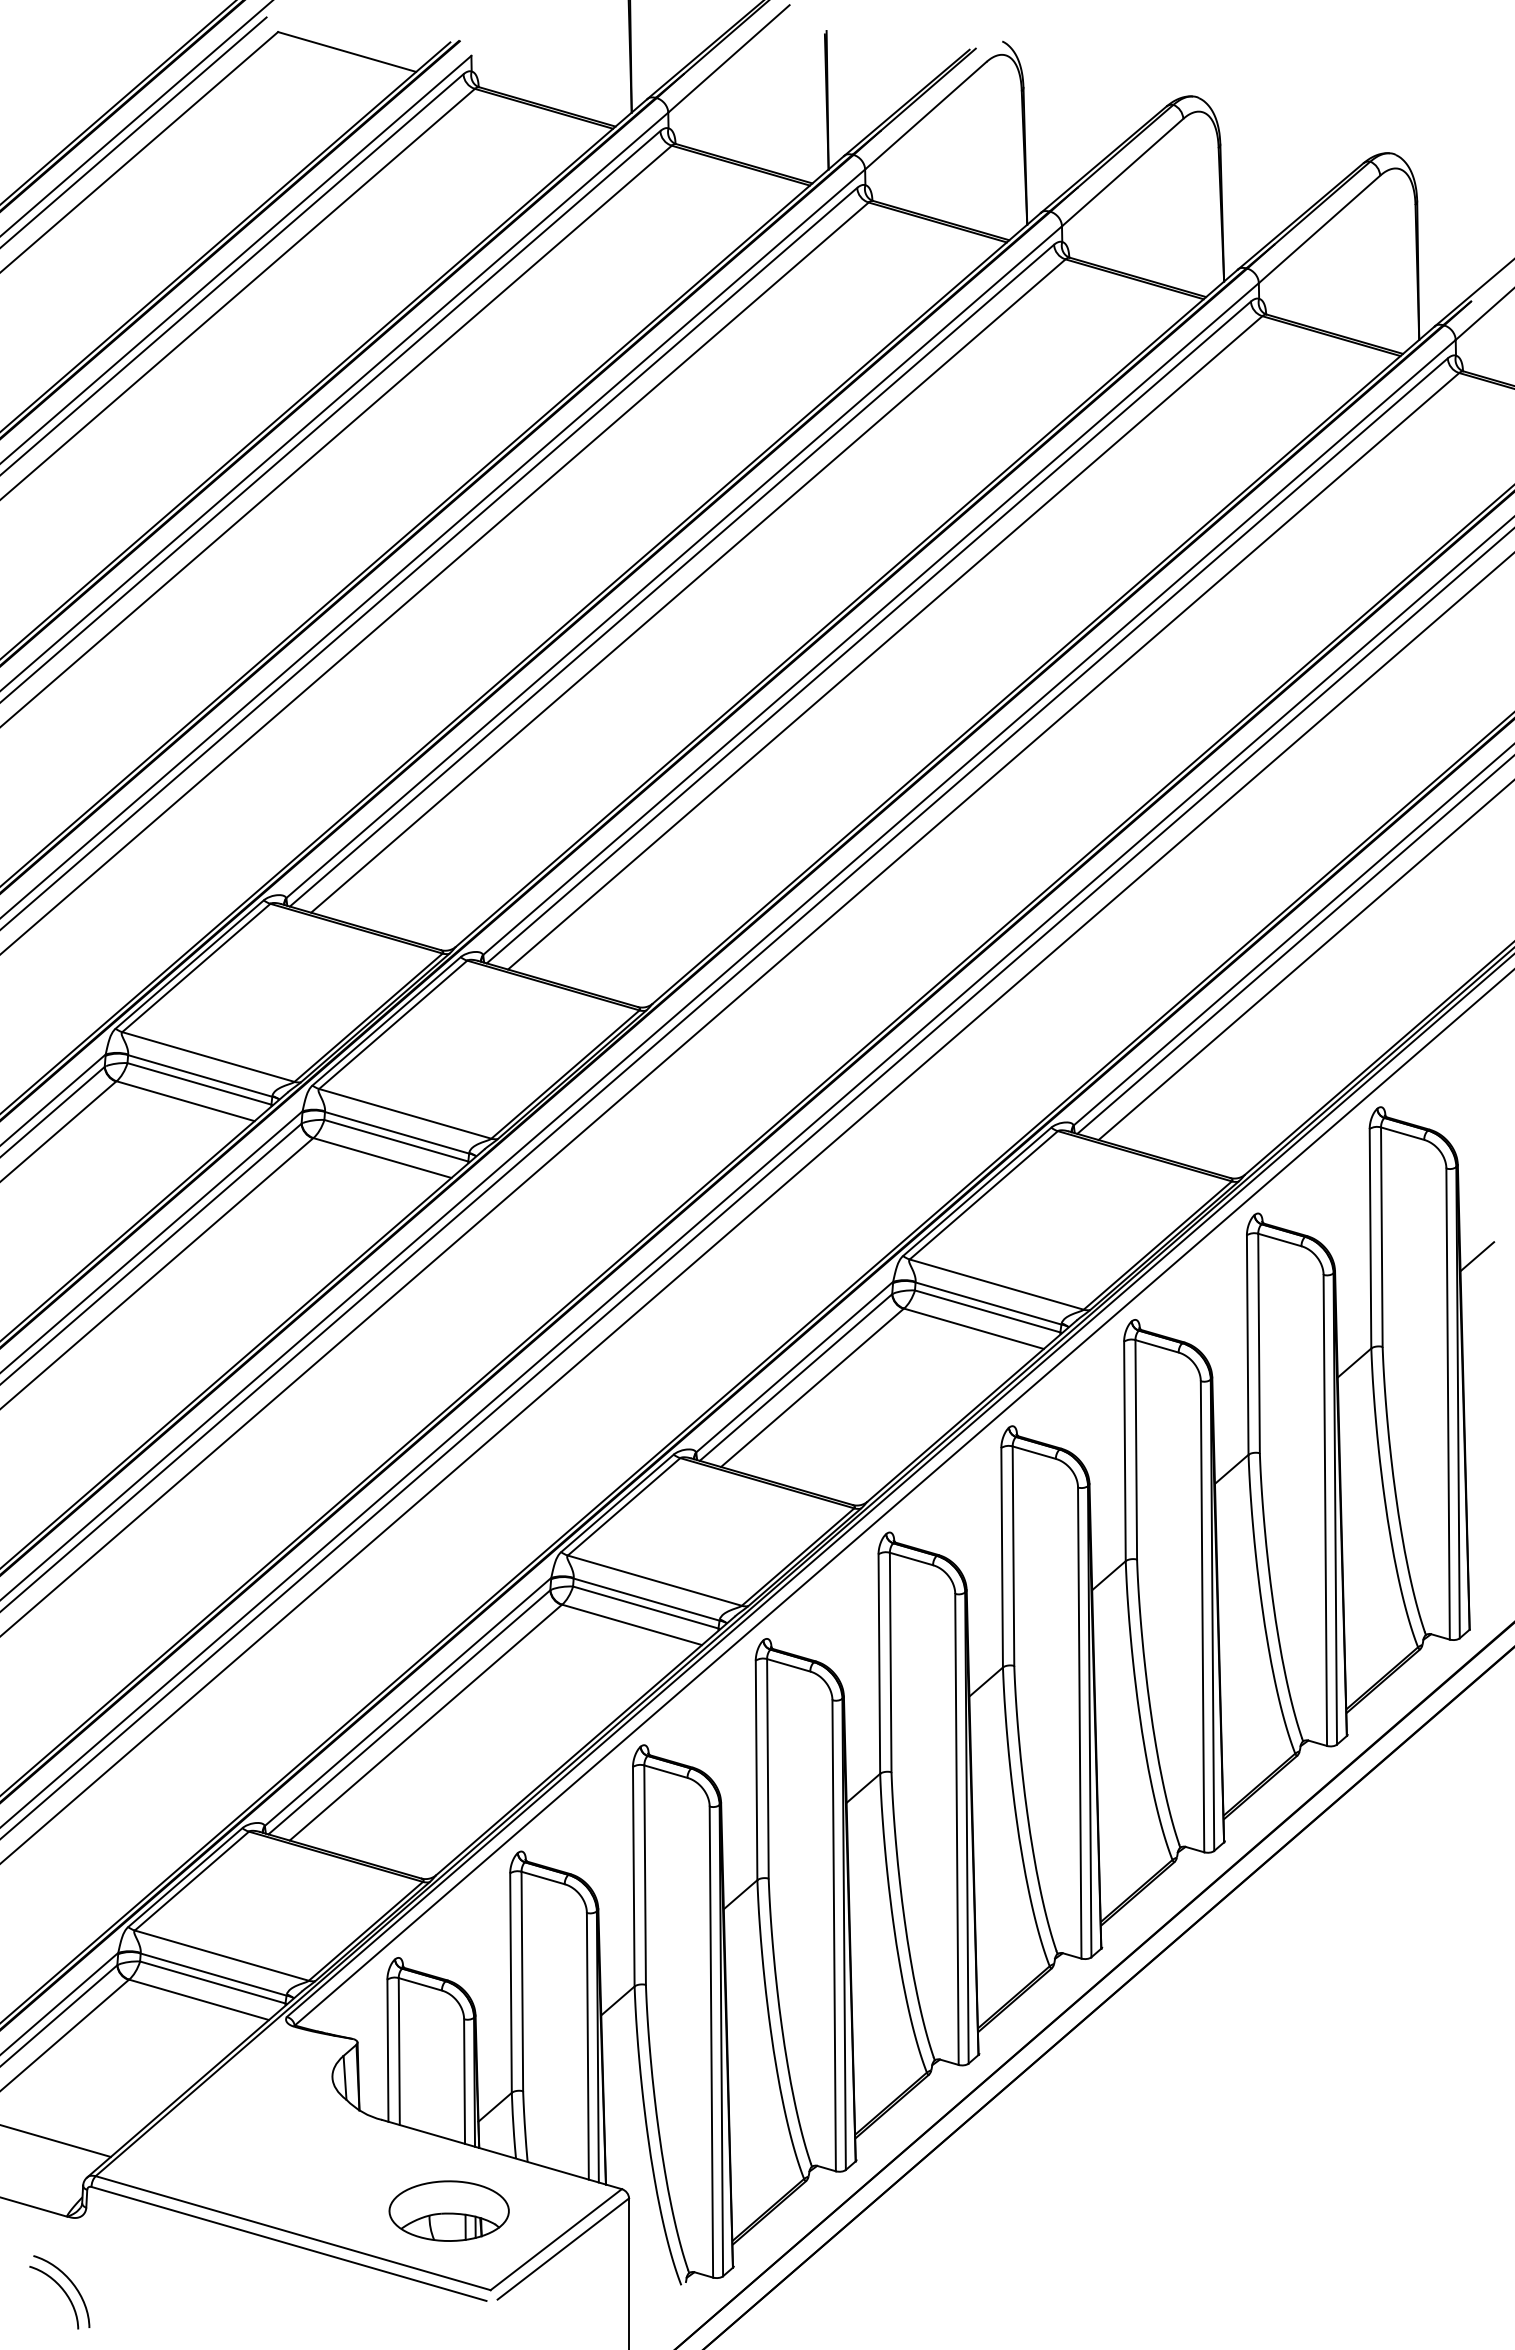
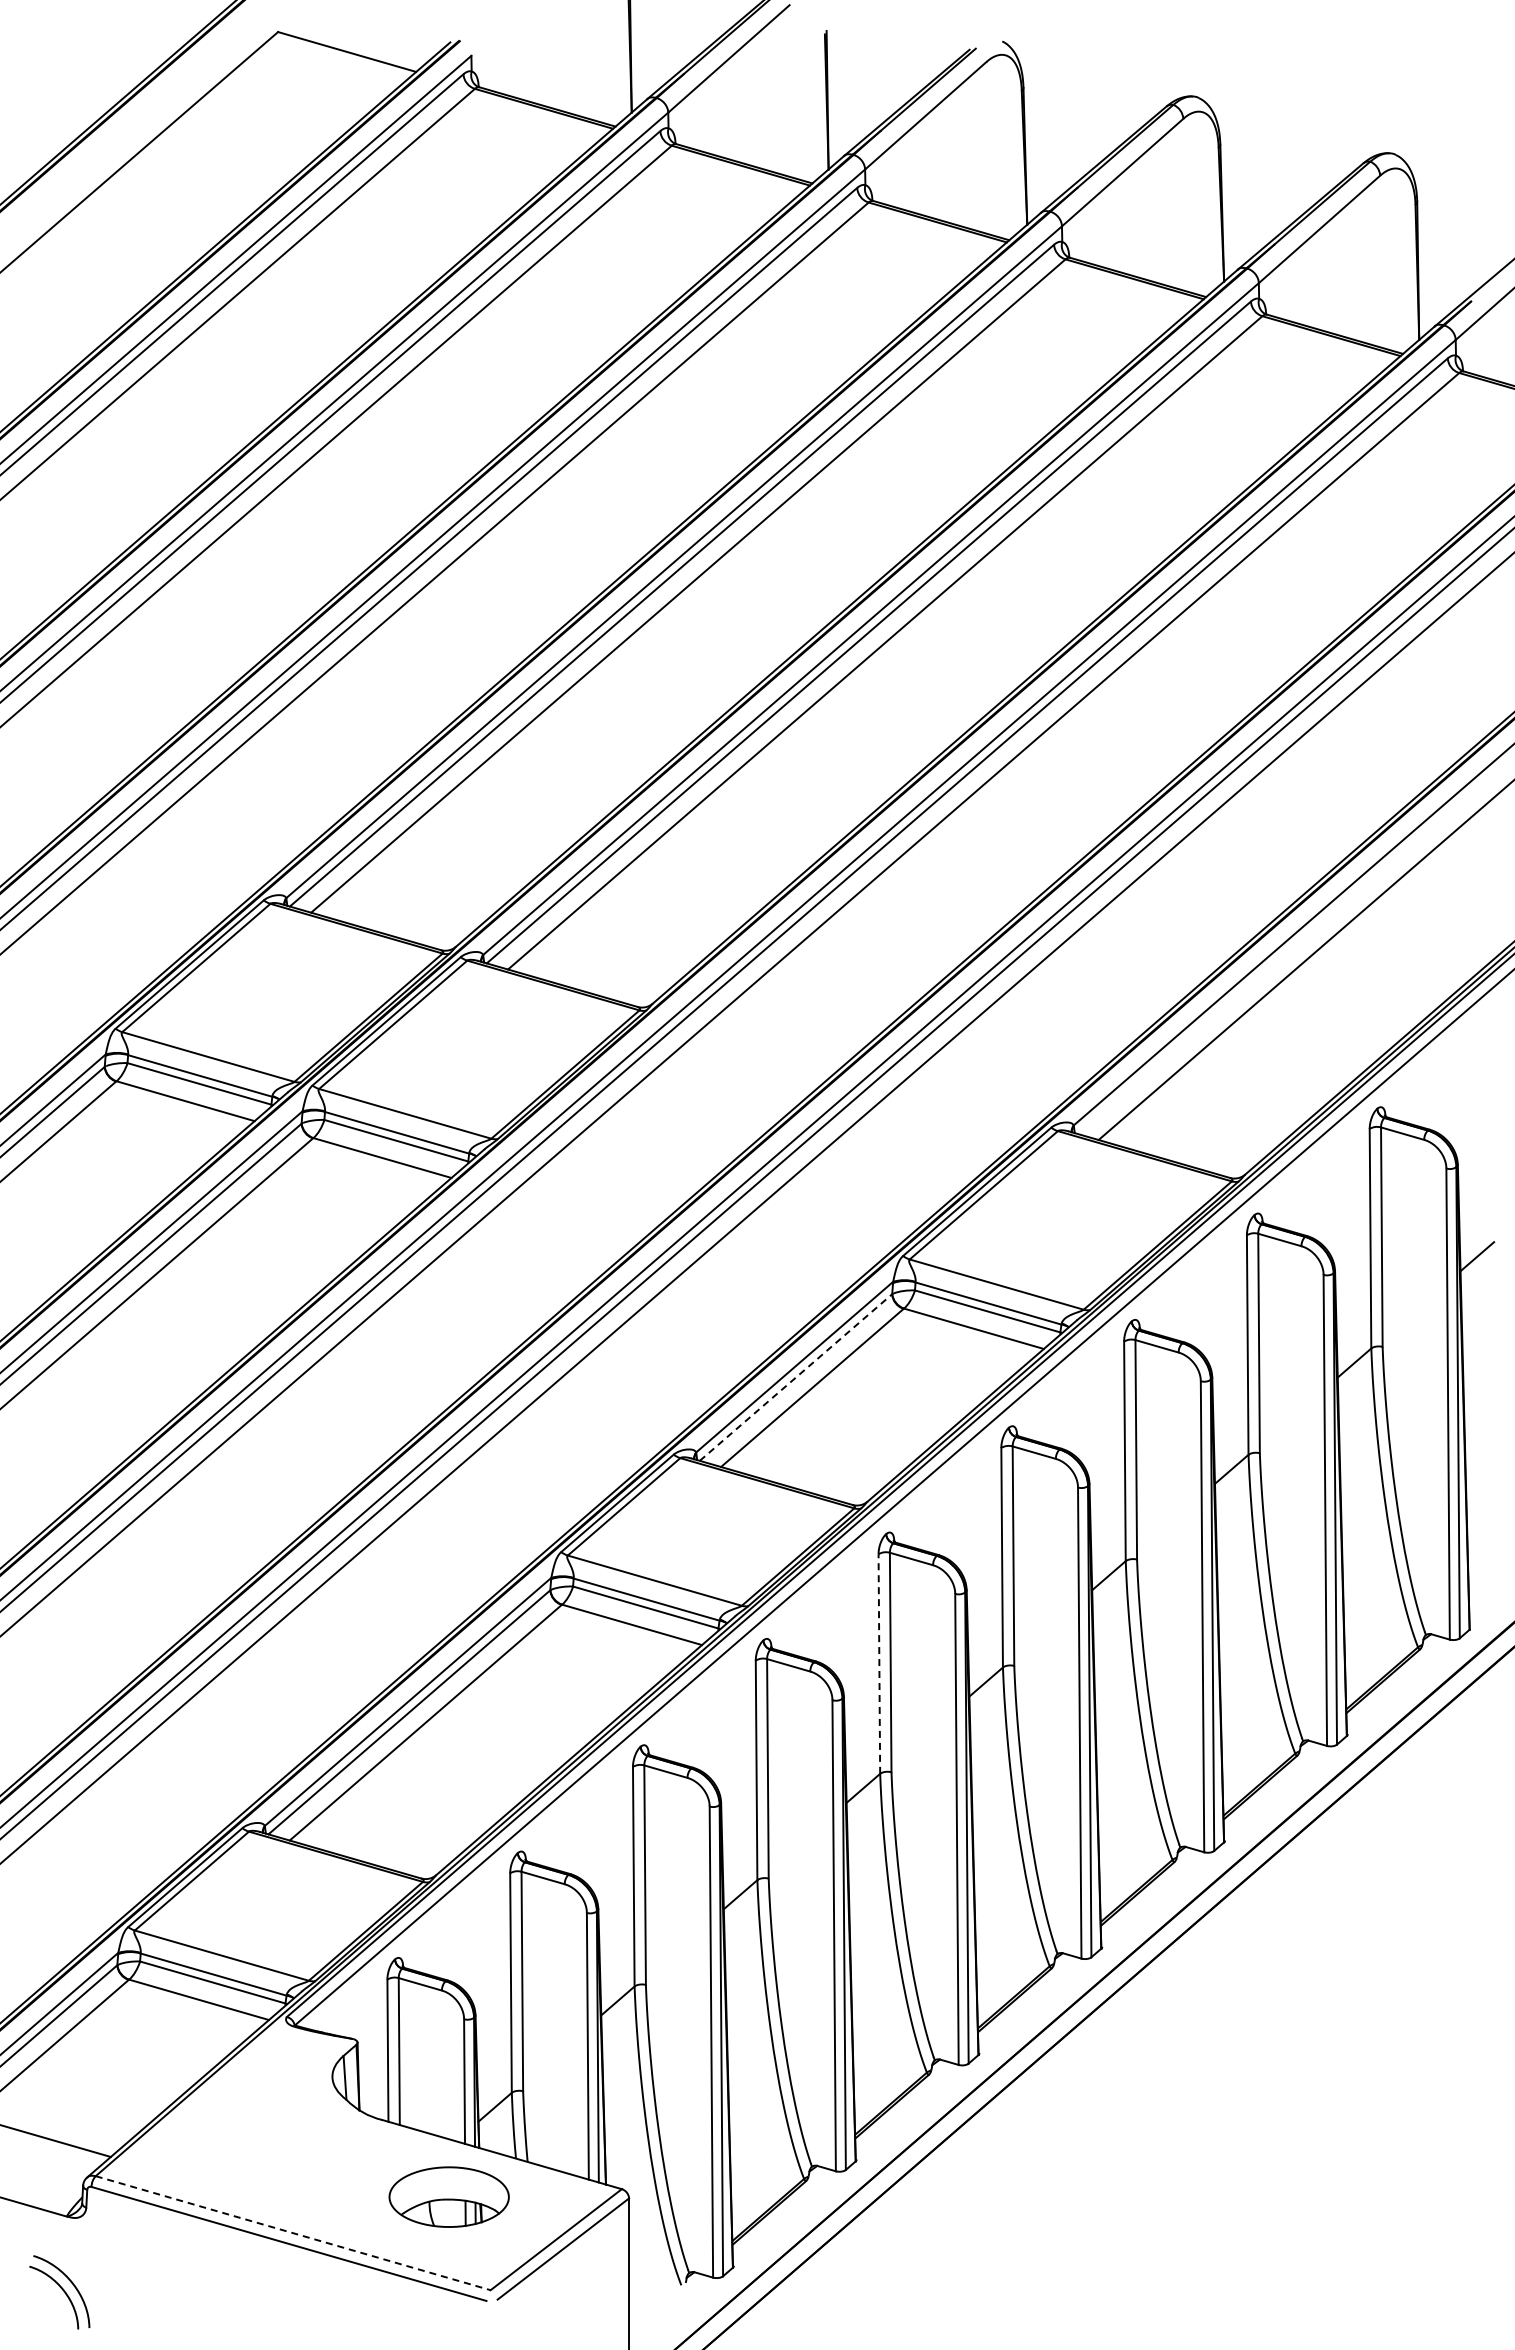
line at (136, 118): present -> none
line at (134, 131): present -> none
line at (1294, 945): present -> none
line at (796, 1377): solid -> dashed
line at (879, 1664): solid -> dashed
part at (448, 2210) position: (448, 2210) -> (448, 2196)
line at (293, 2233): solid -> dashed
